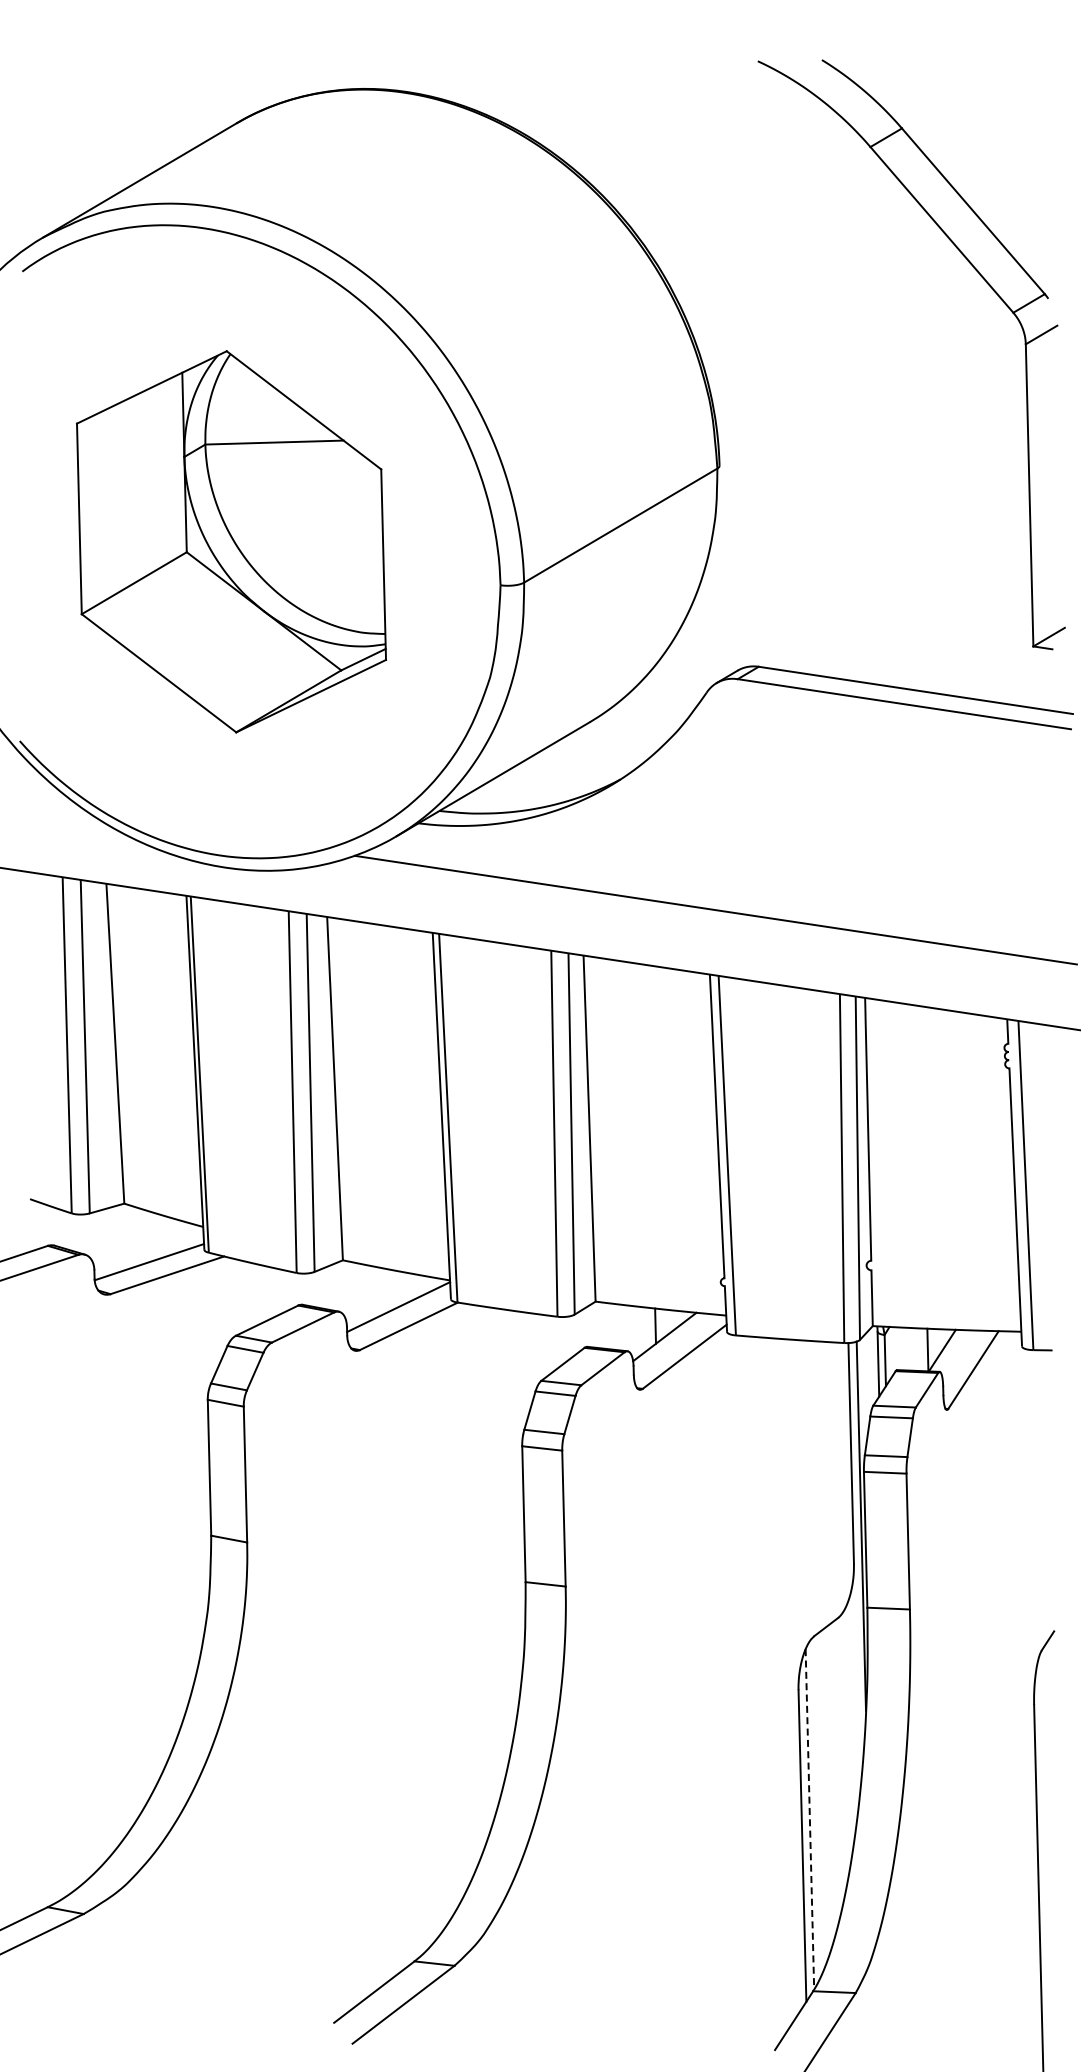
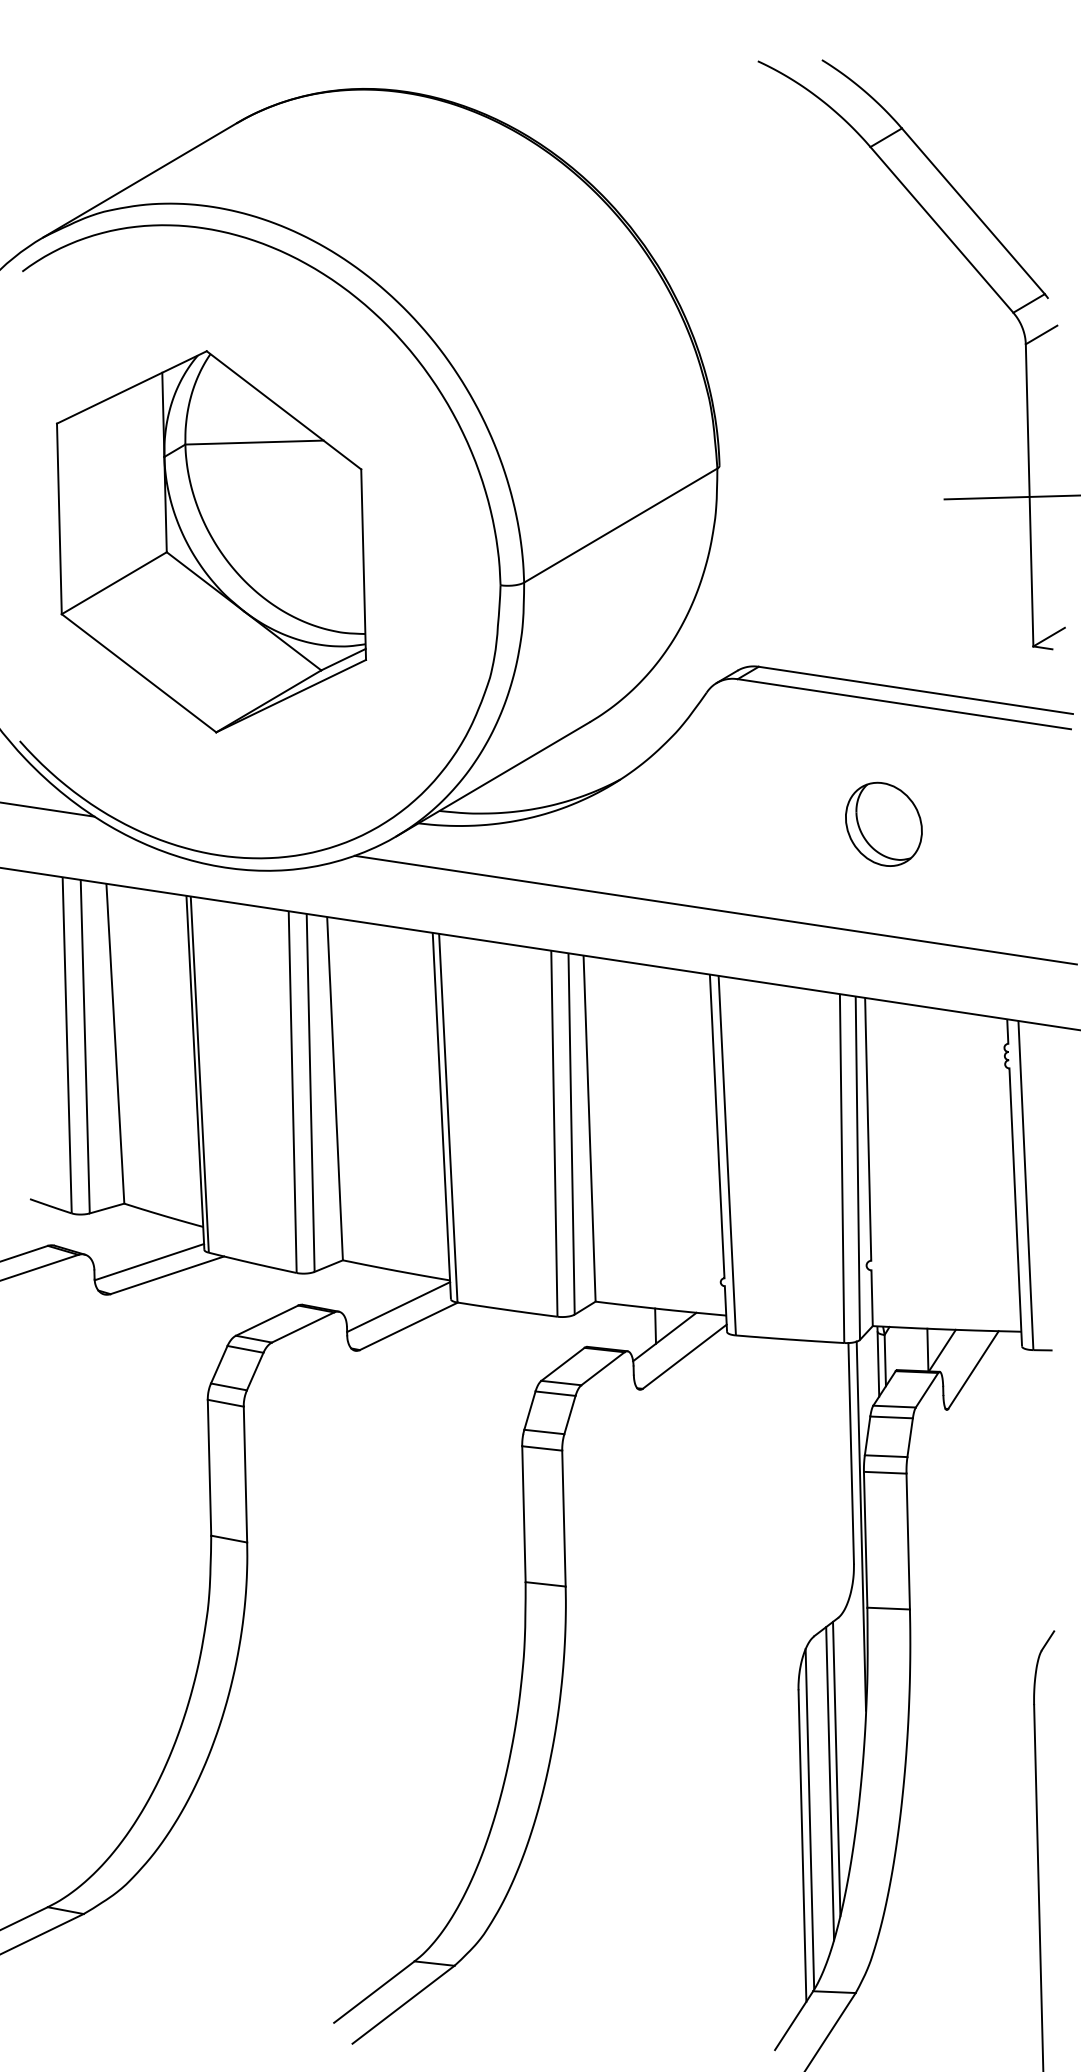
line at (1010, 497): none -> present
part at (231, 541) position: (231, 541) -> (211, 541)
line at (48, 809): none -> present
part at (883, 823): none -> present
line at (836, 1768): none -> present
line at (830, 1783): none -> present
line at (809, 1819): dashed -> solid
